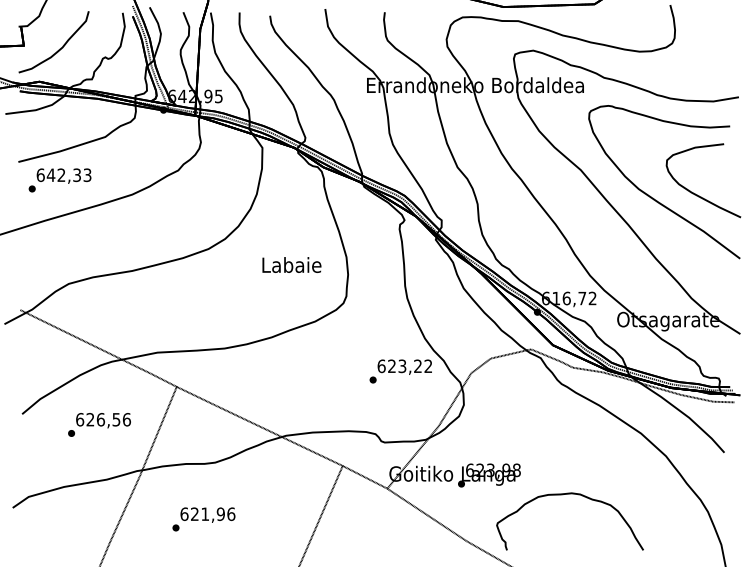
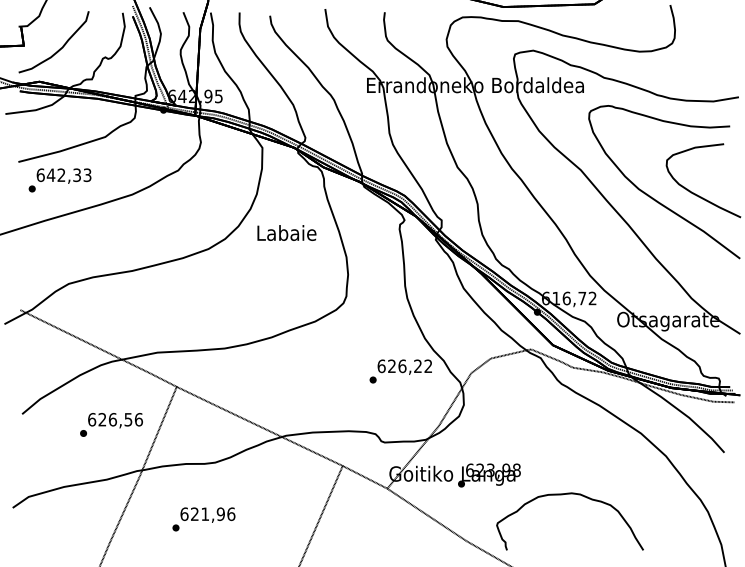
text at (291, 264) position: (291, 264) -> (286, 232)
text at (402, 366): 623,22 -> 626,22
text at (99, 424) position: (99, 424) -> (111, 424)
